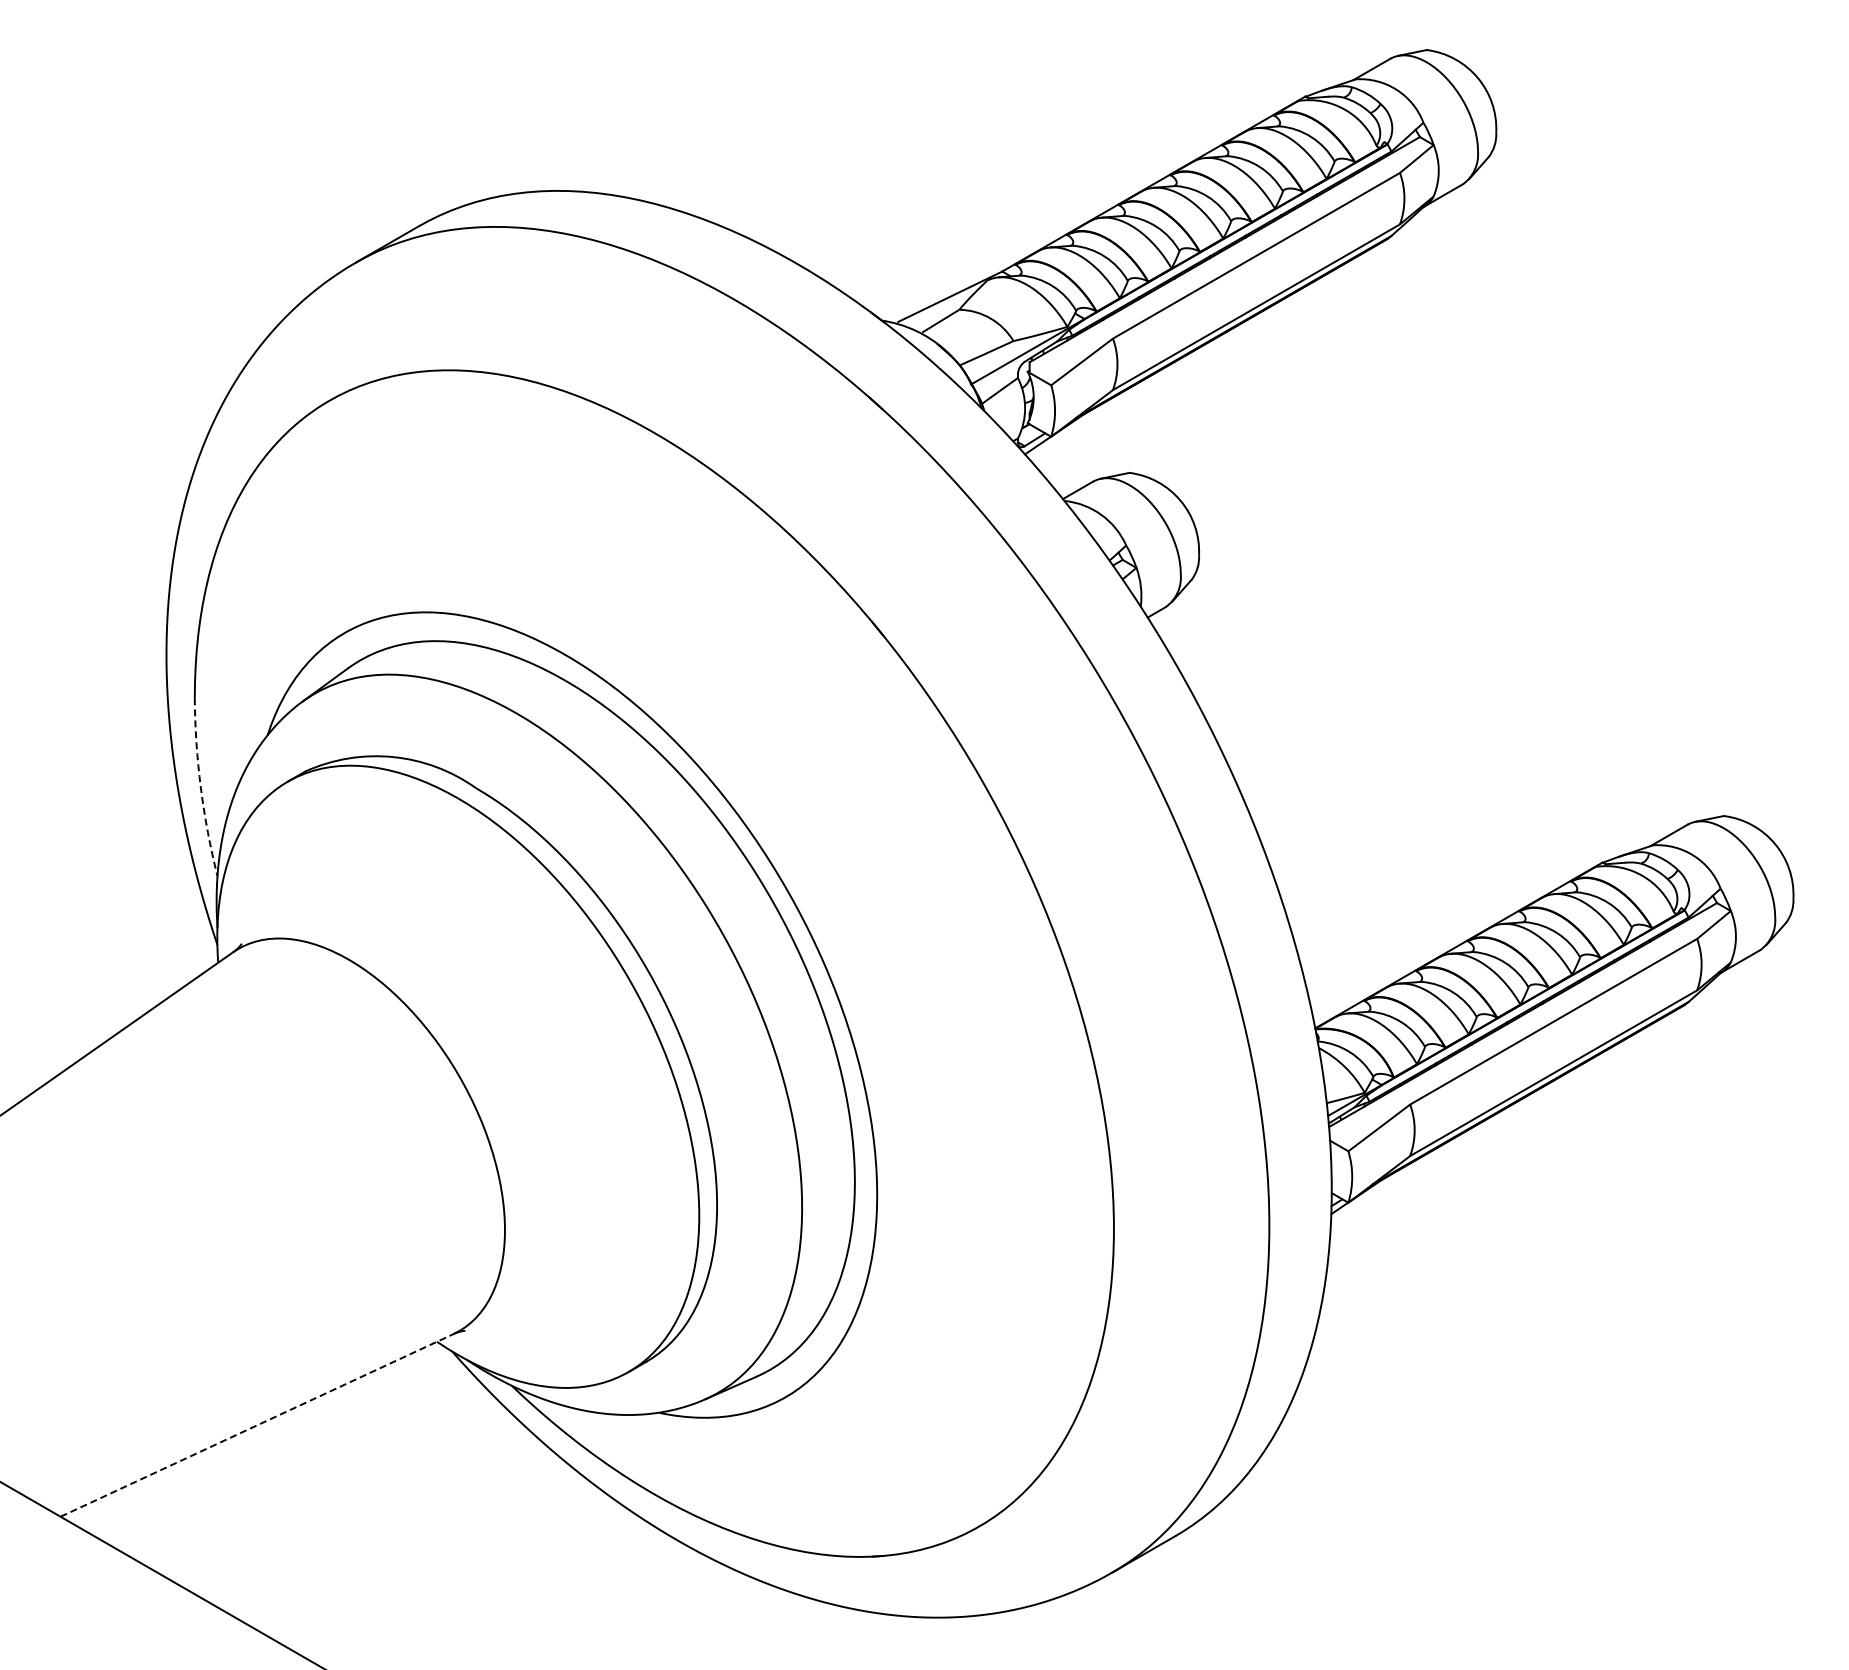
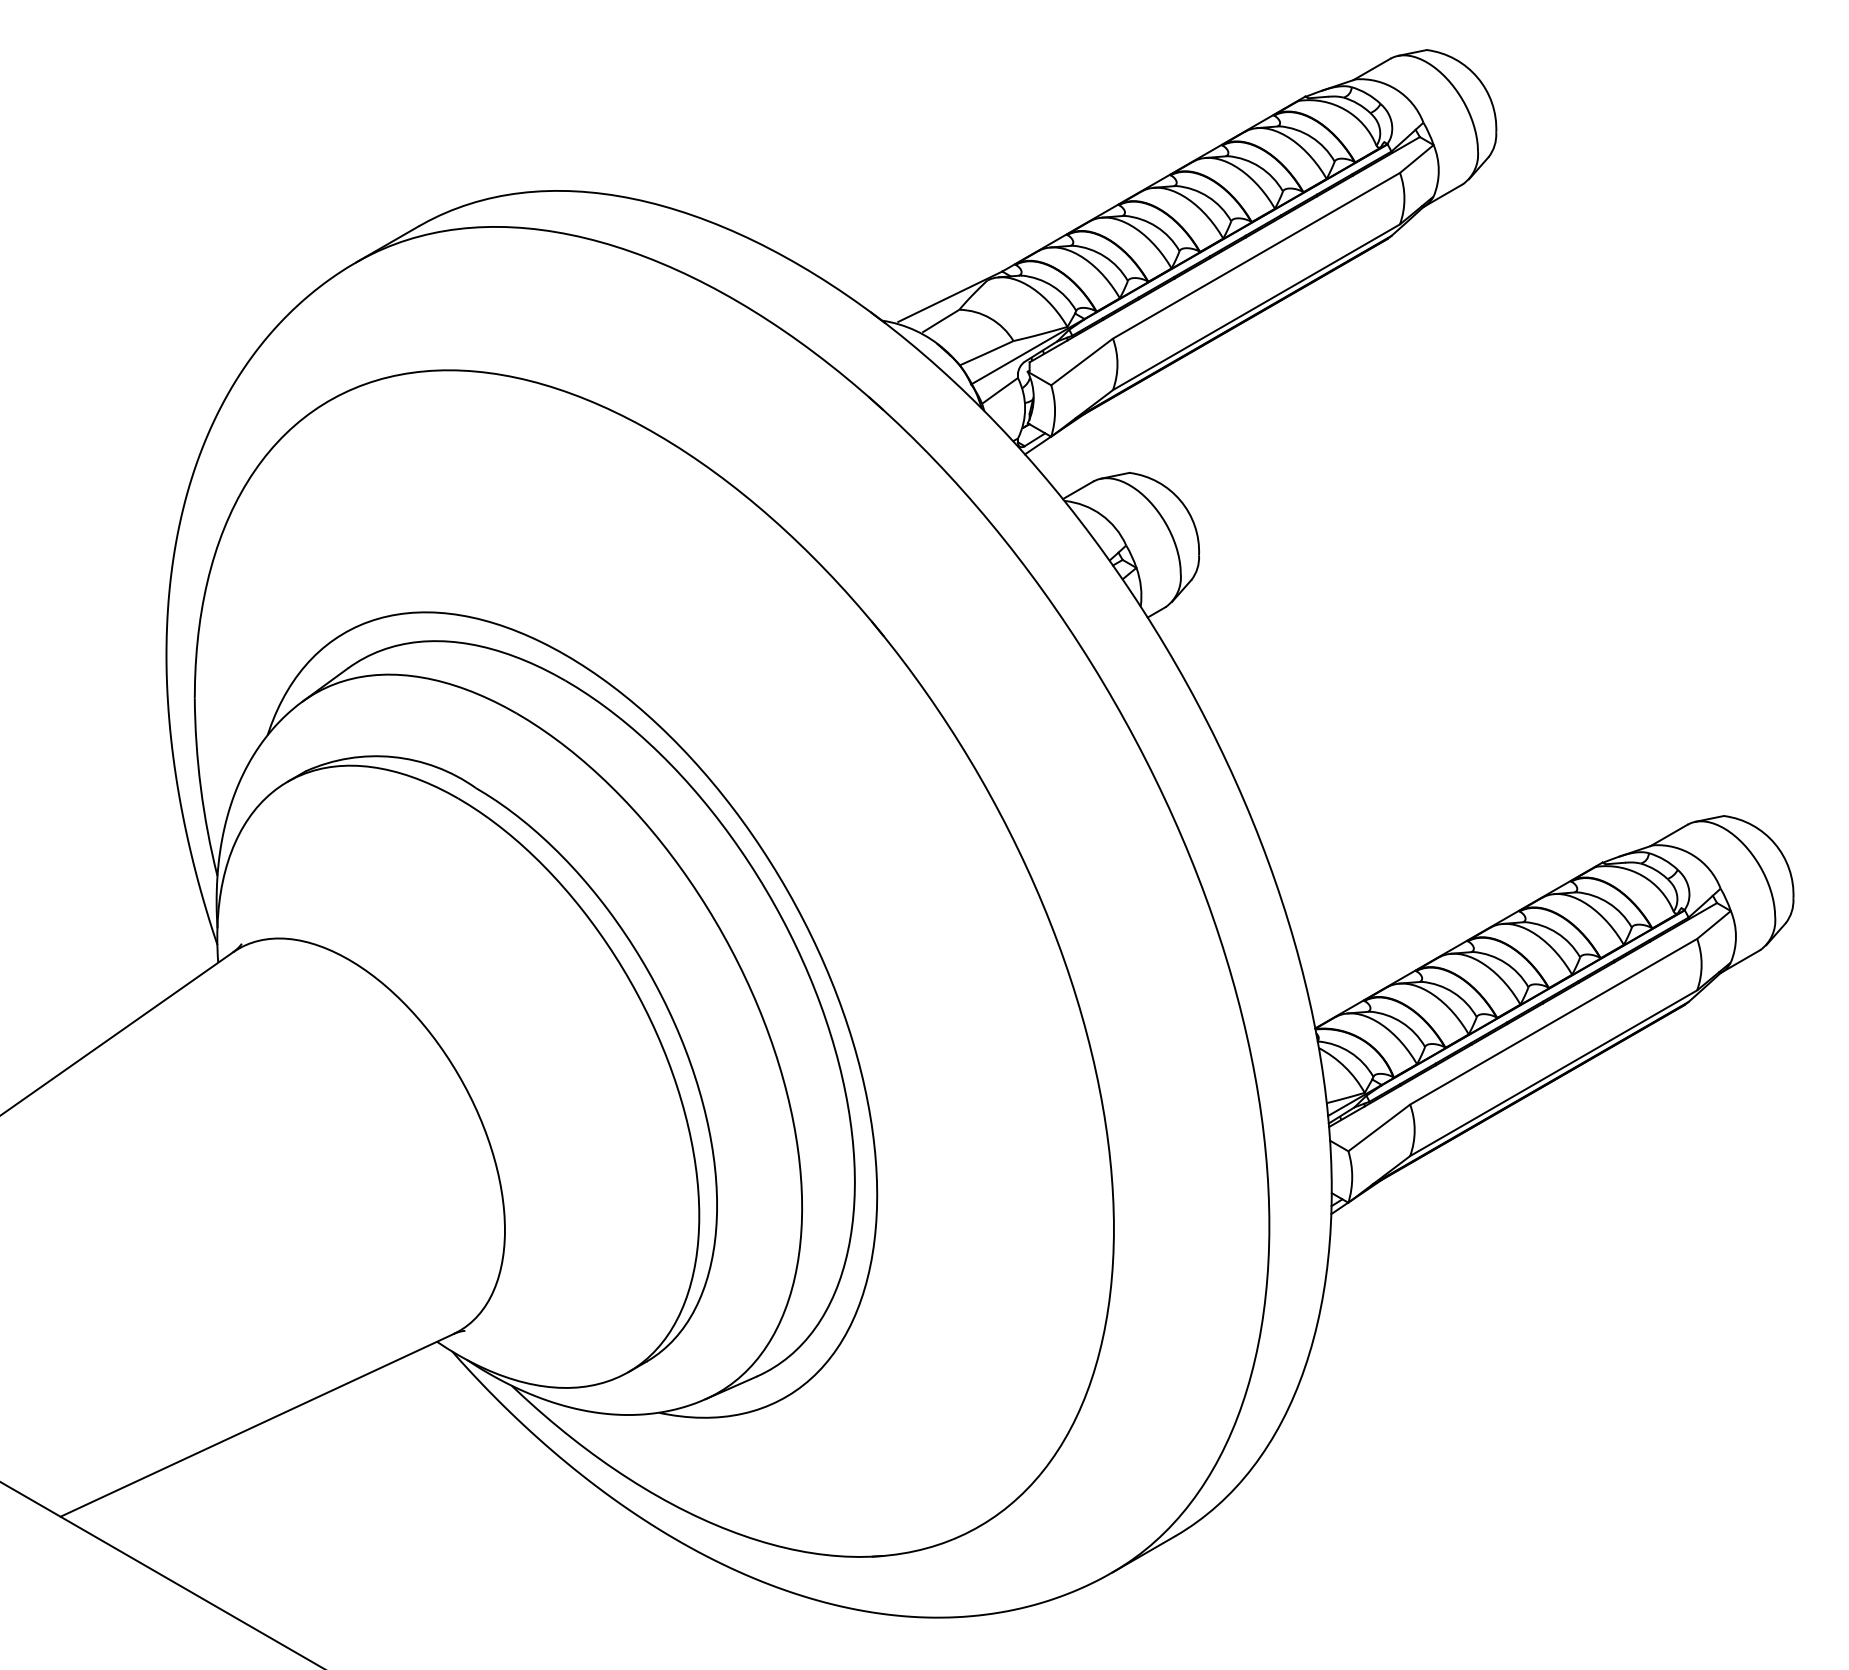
arc at (200, 787): dashed -> solid
line at (257, 1425): dashed -> solid
